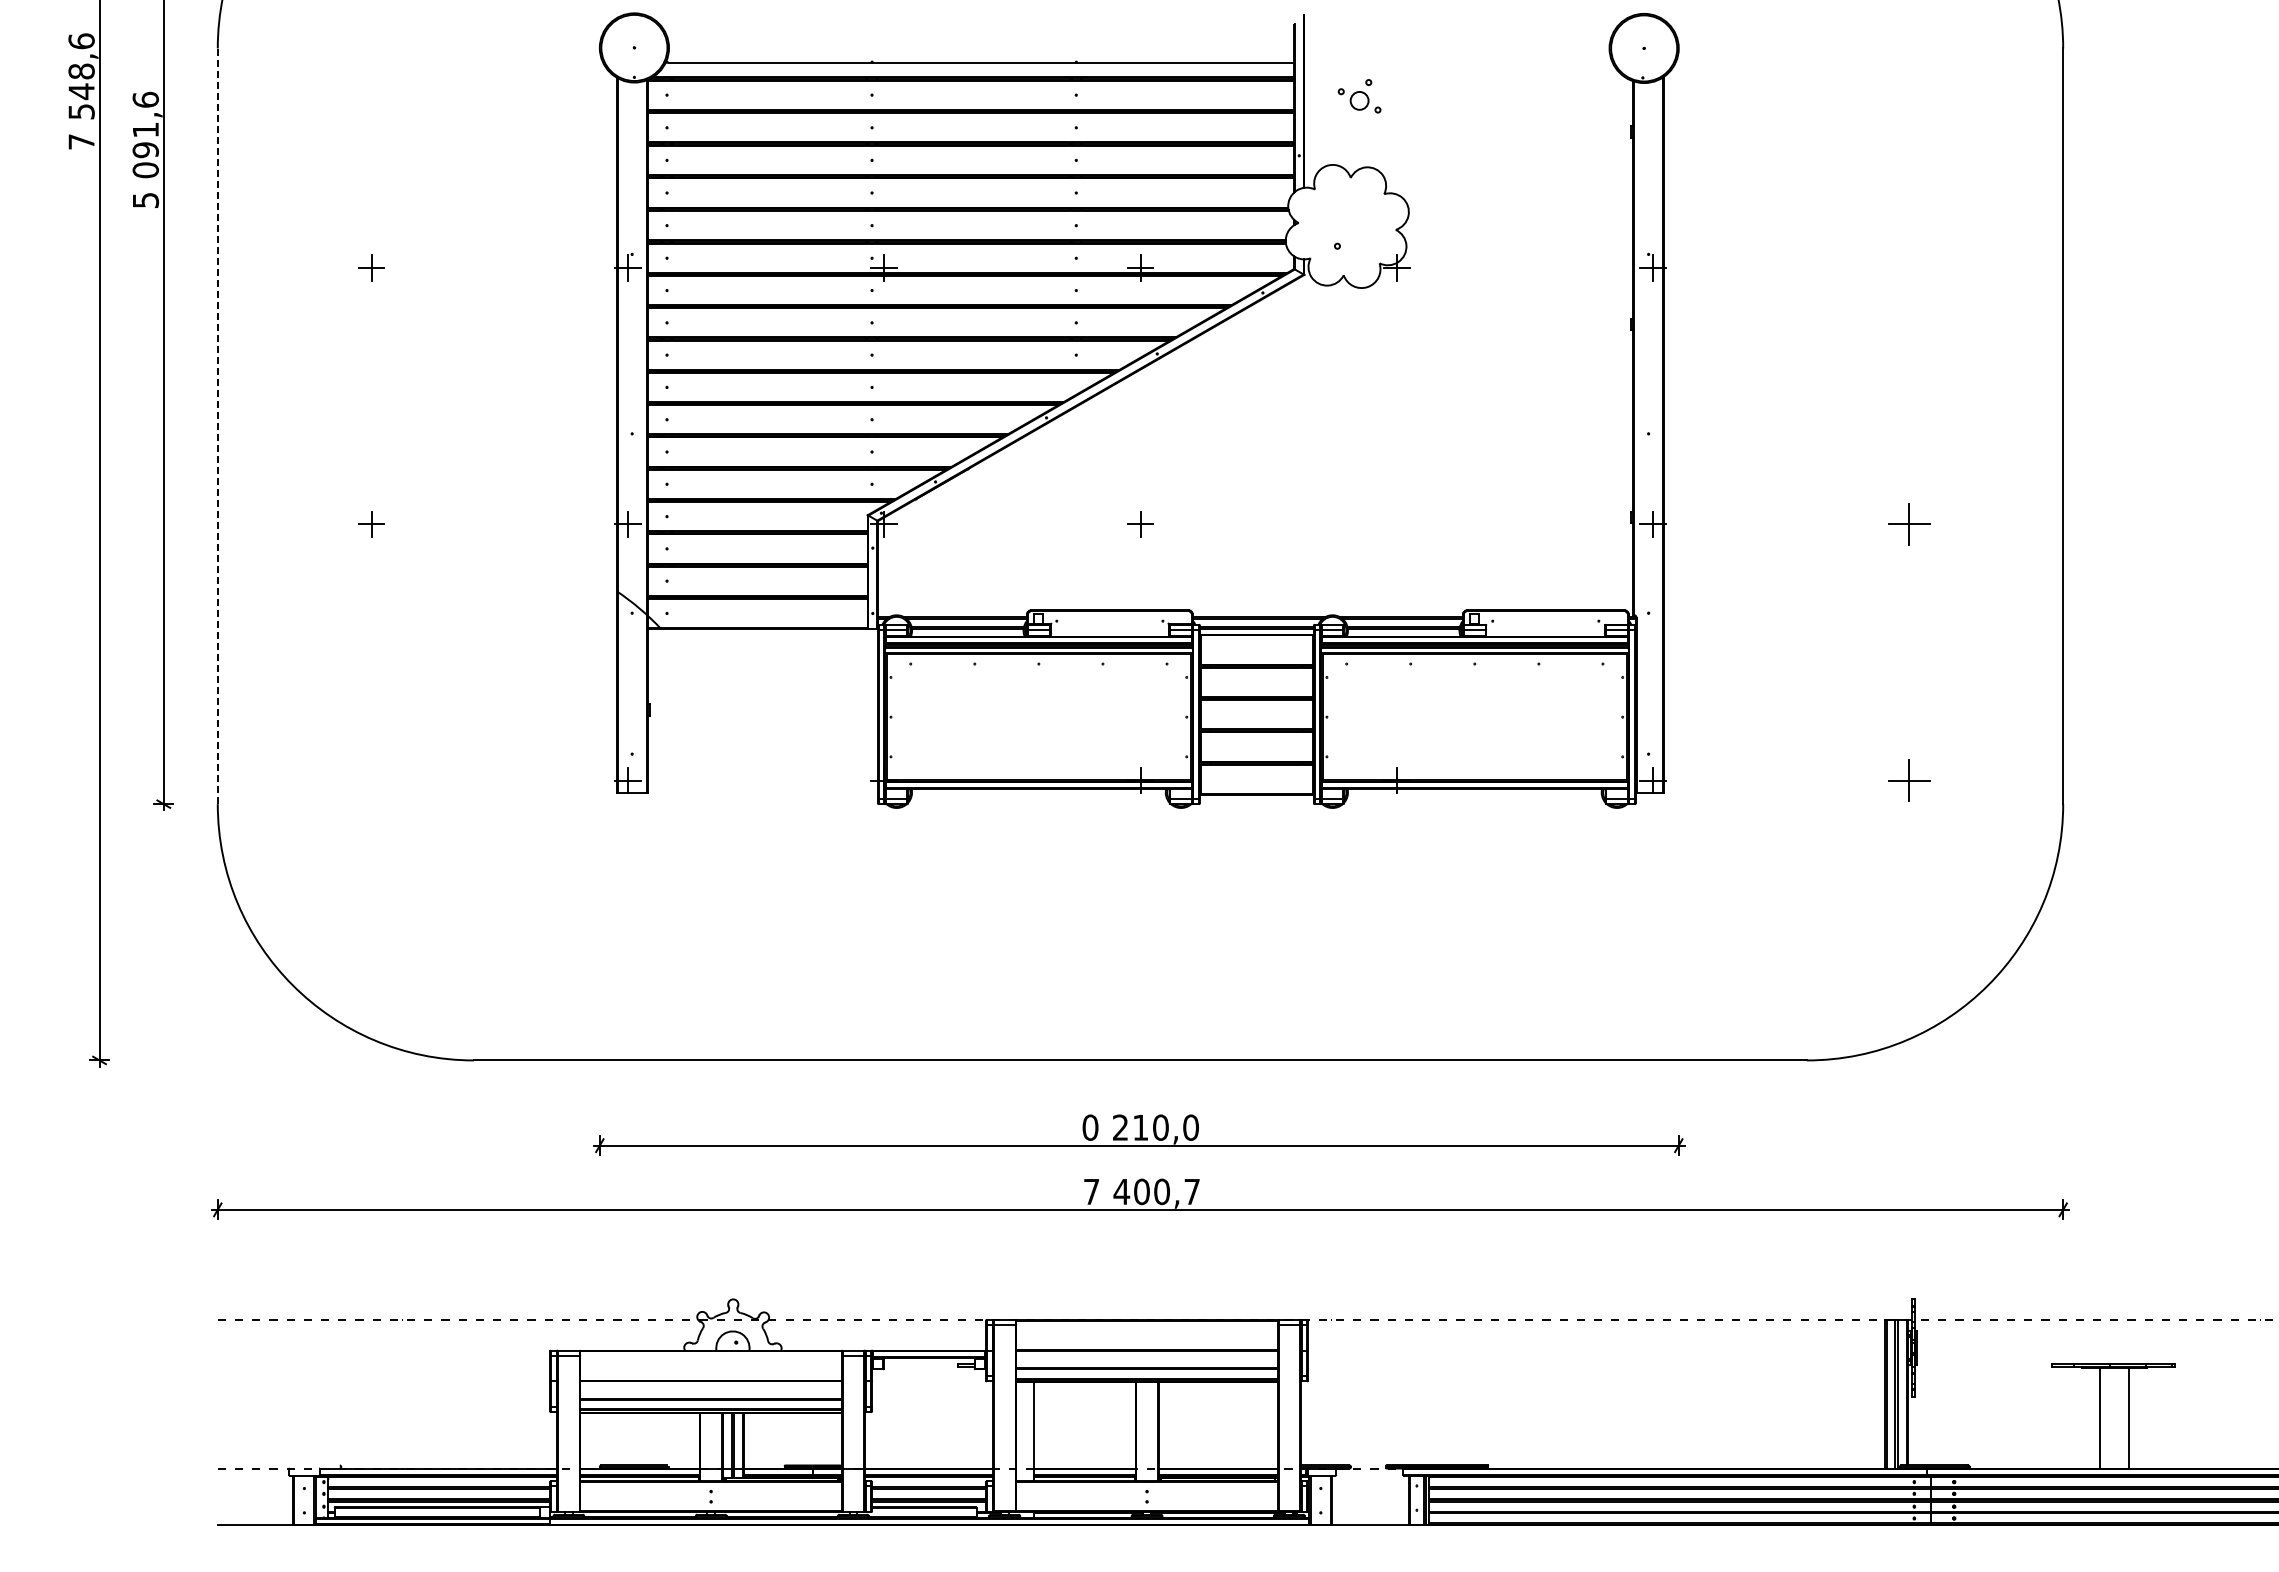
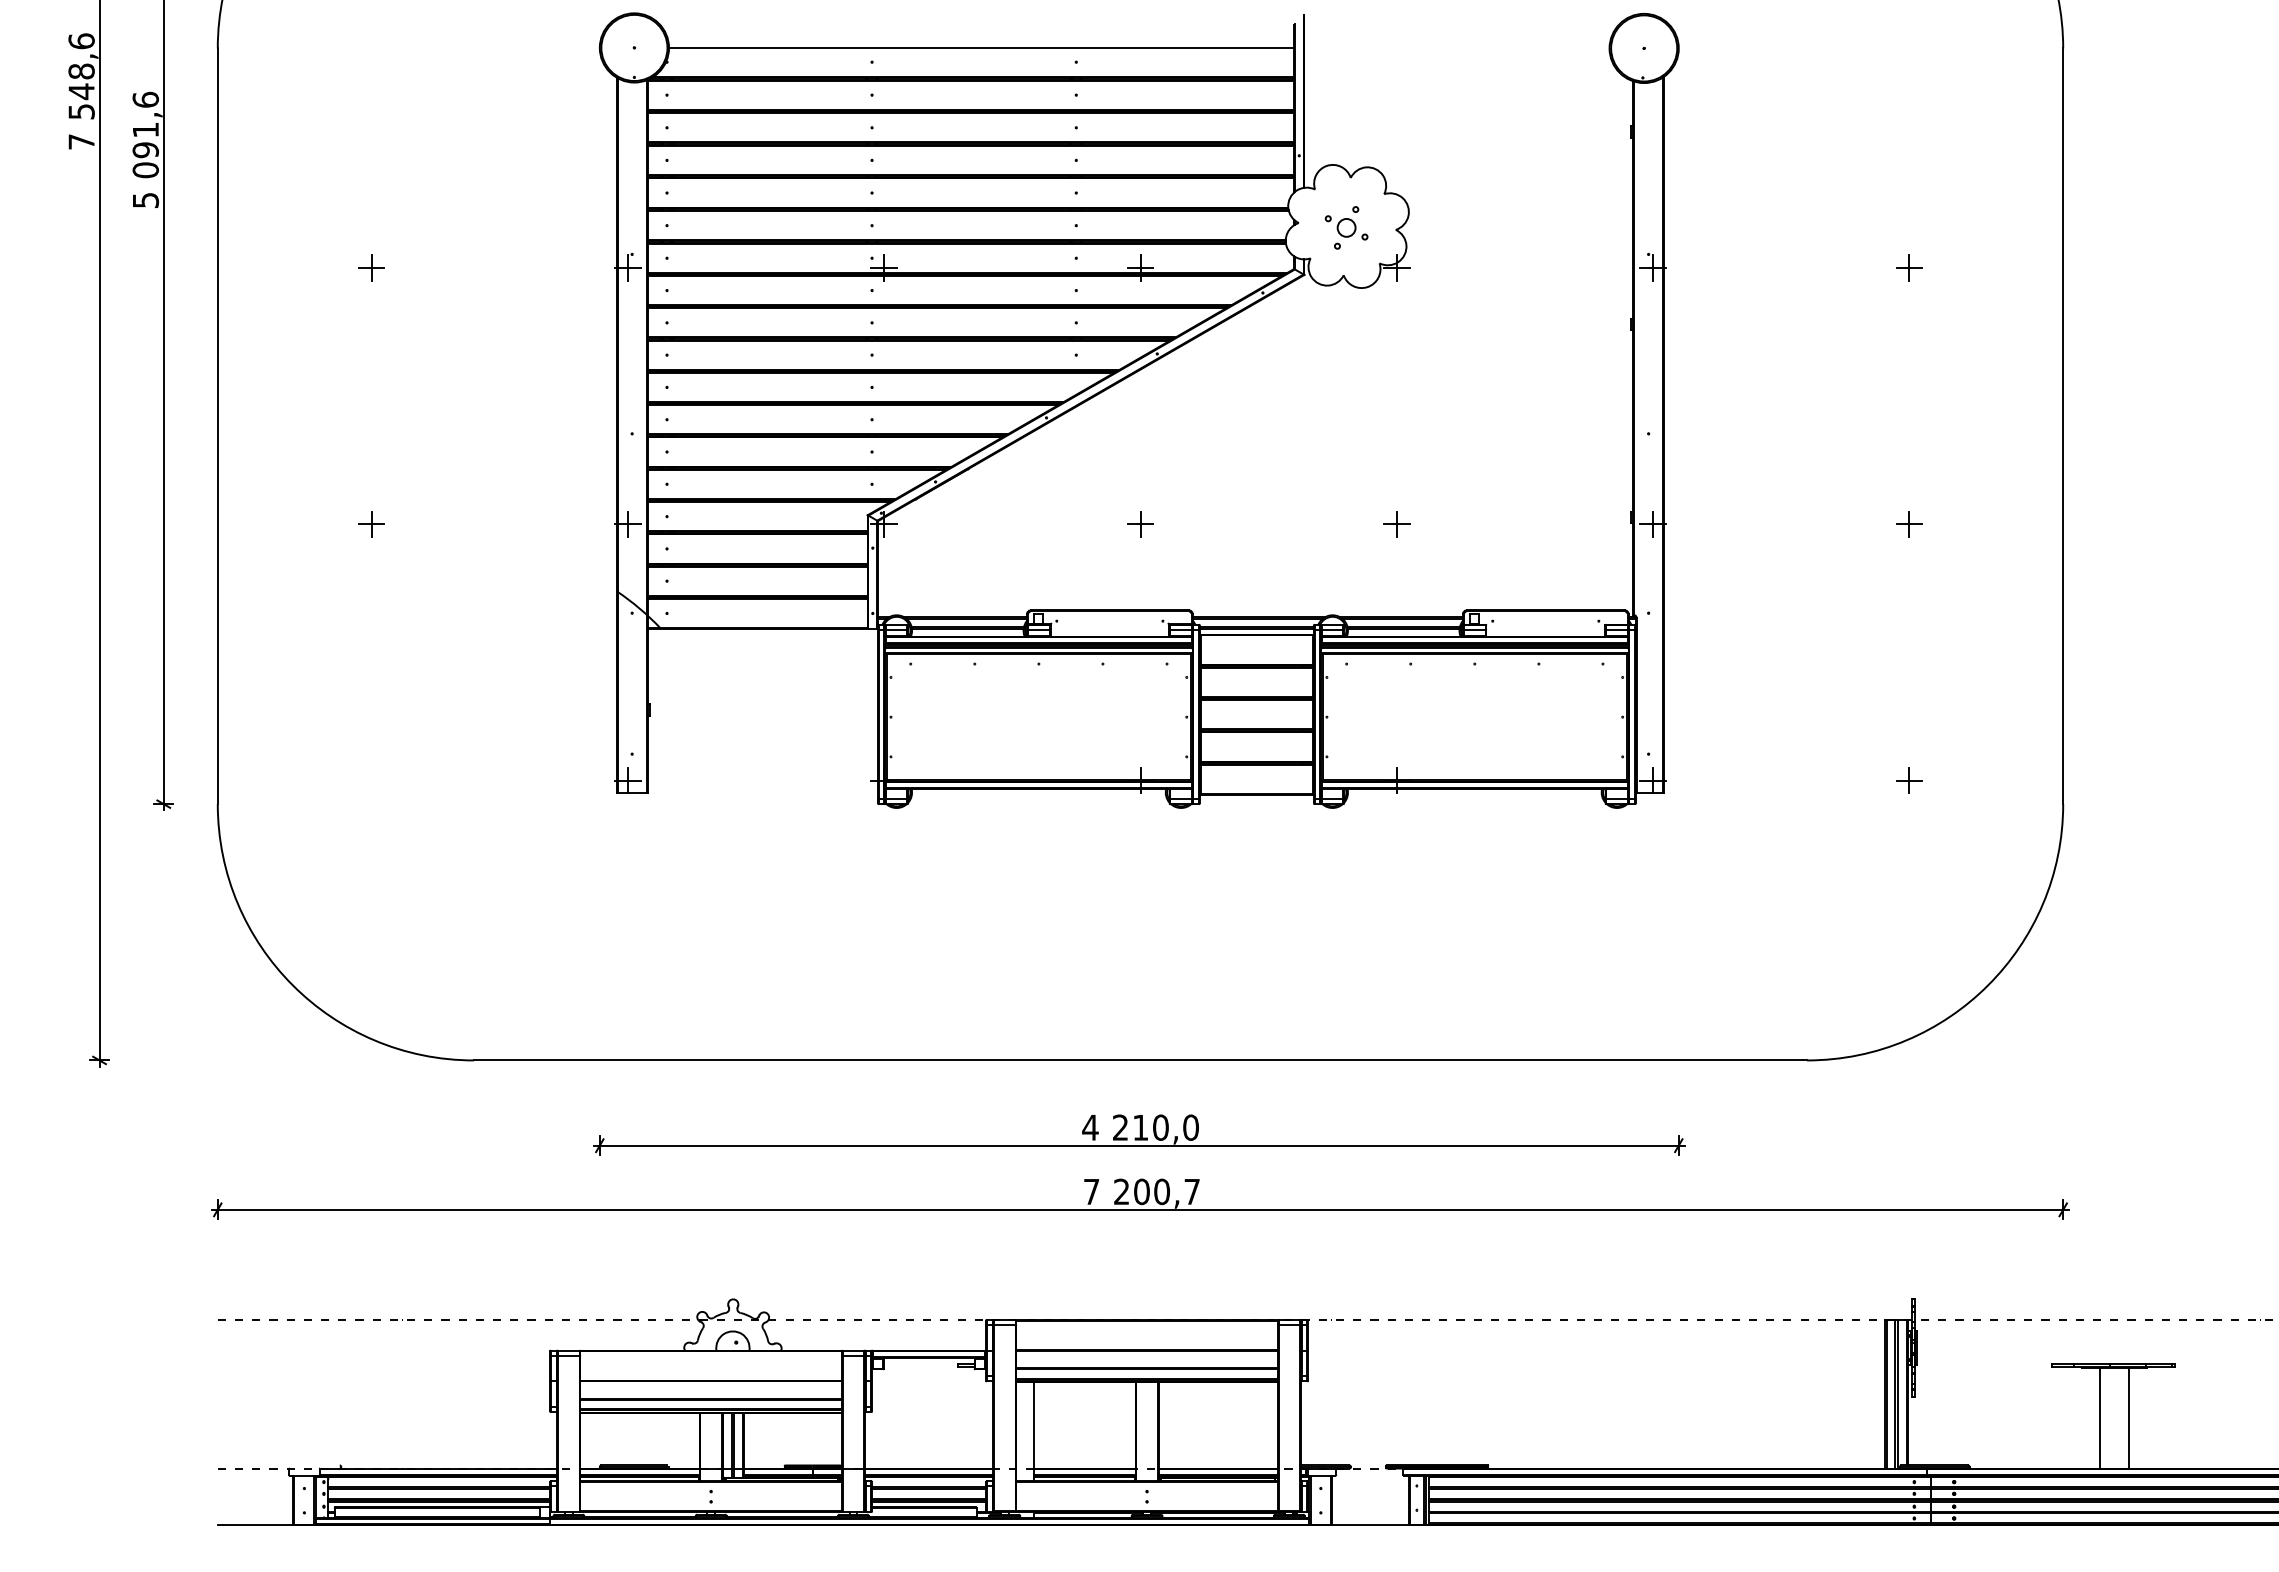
line at (981, 62) position: (981, 62) -> (981, 47)
part at (1359, 96) position: (1359, 96) -> (1346, 223)
part at (1909, 267): none -> present
line at (217, 426): dashed -> solid
part at (1396, 524): none -> present
part at (1909, 524) size: 43x43 px -> 27x27 px
part at (1909, 780) size: 43x43 px -> 27x27 px
text at (1090, 1127): 0 -> 4
text at (1121, 1191): 400,7 -> 200,7
